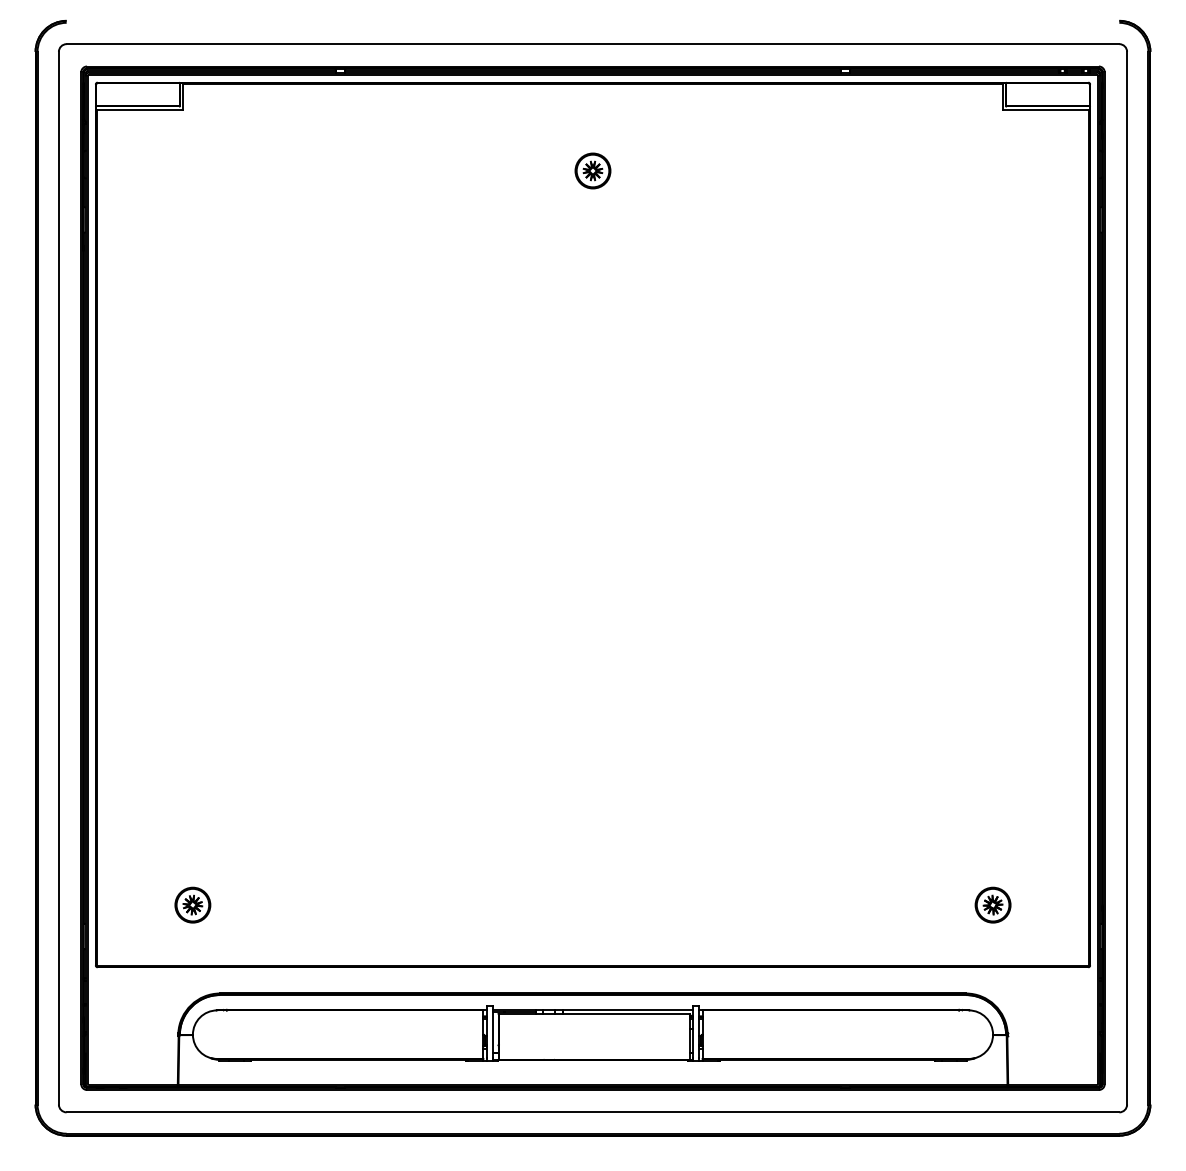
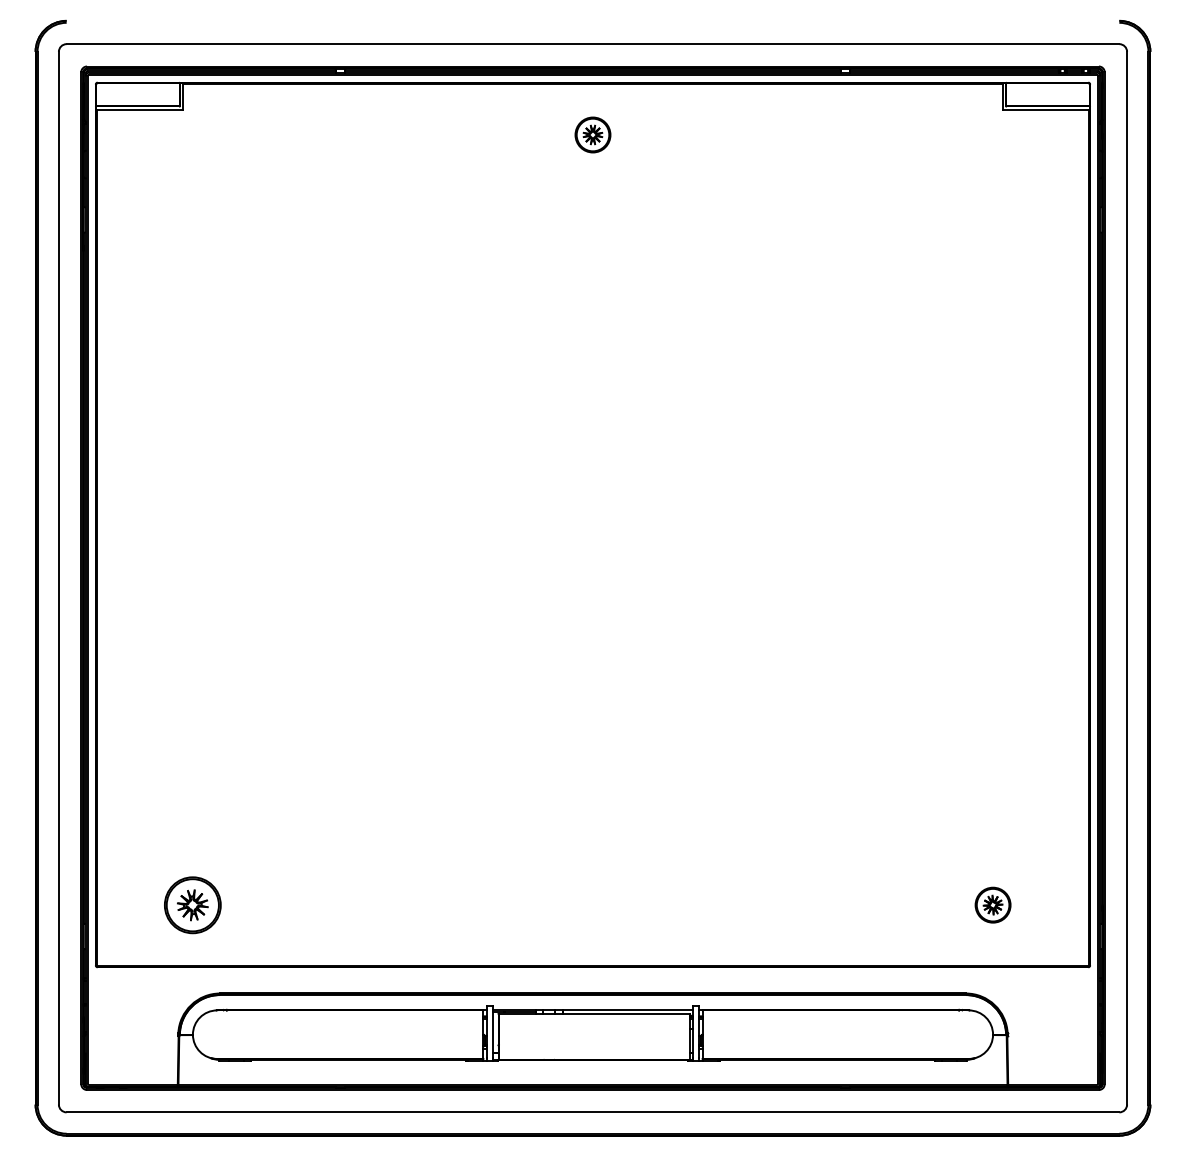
part at (592, 170) position: (592, 170) -> (592, 134)
part at (192, 904) size: 38x38 px -> 58x59 px
